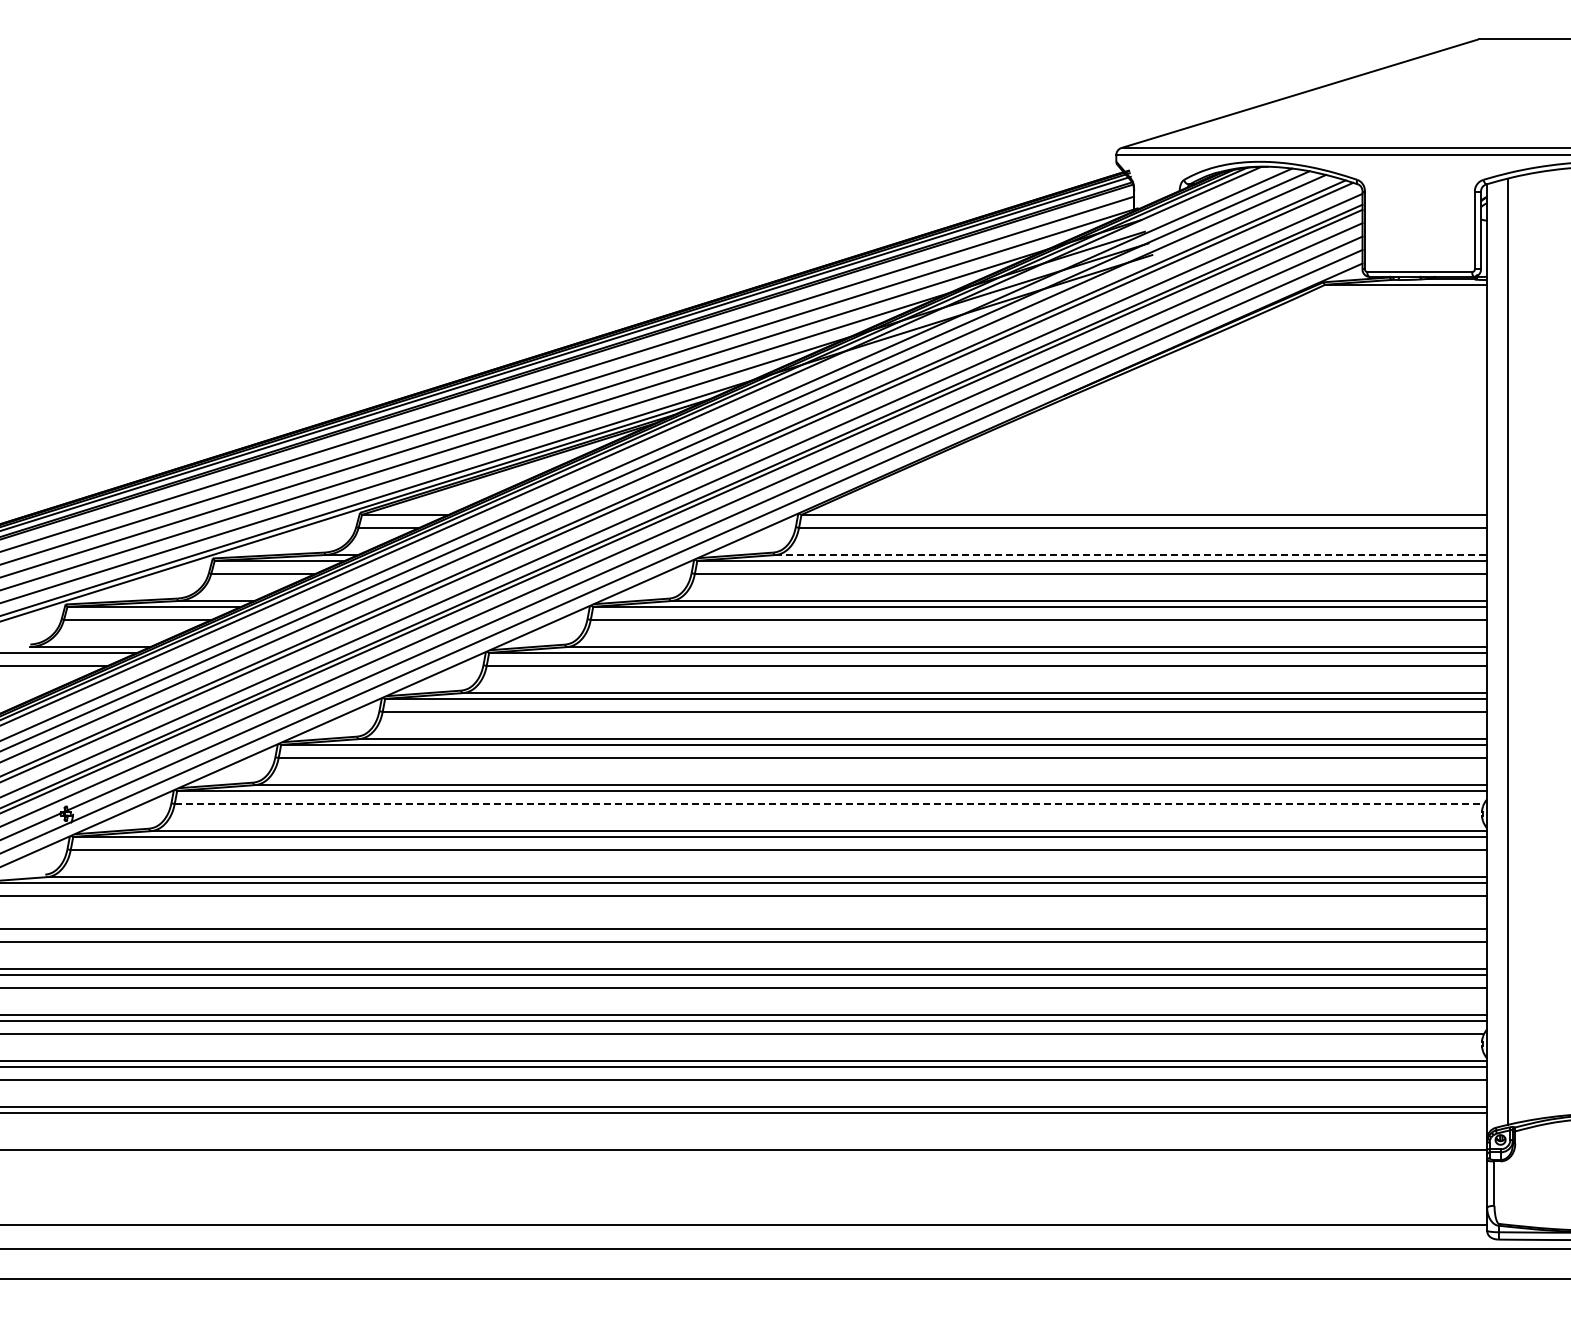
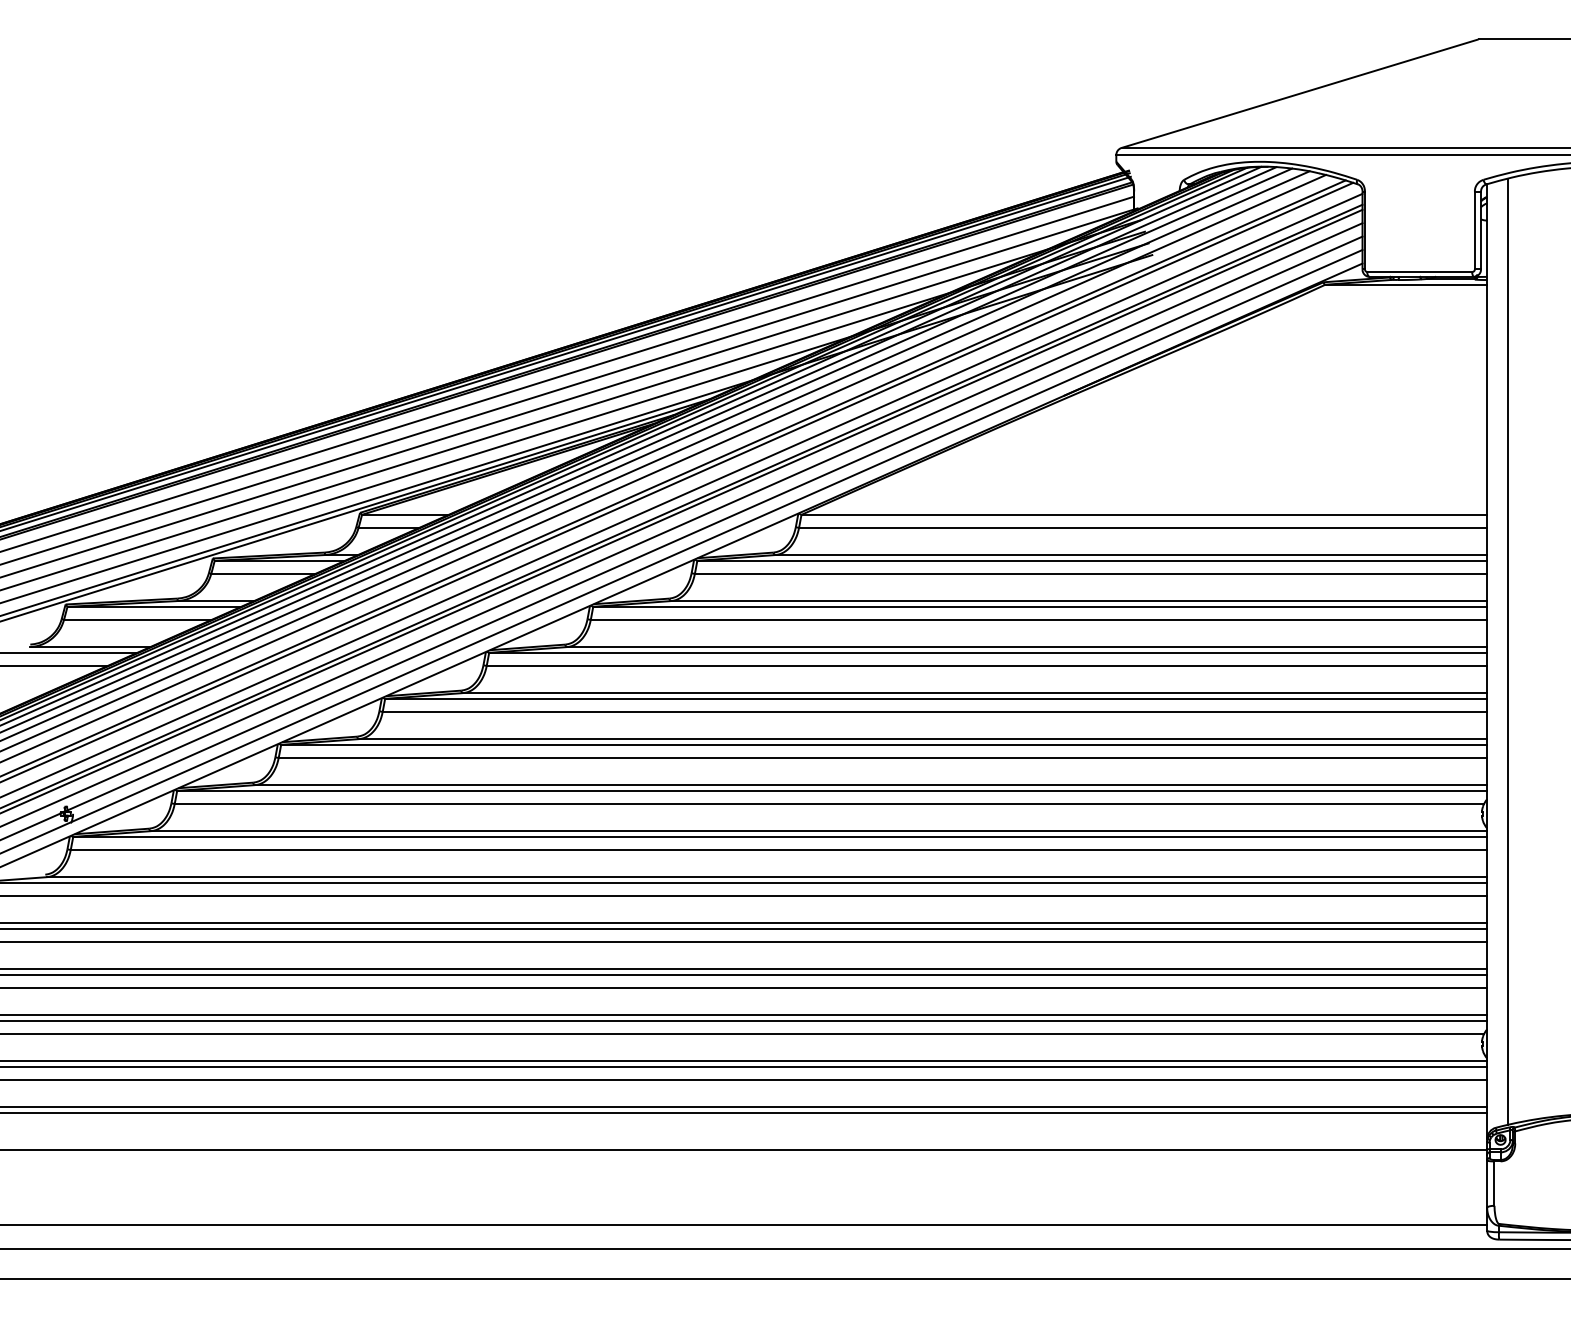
line at (639, 449): none -> present
line at (1131, 555): dashed -> solid
line at (829, 803): dashed -> solid
line at (744, 923): none -> present
